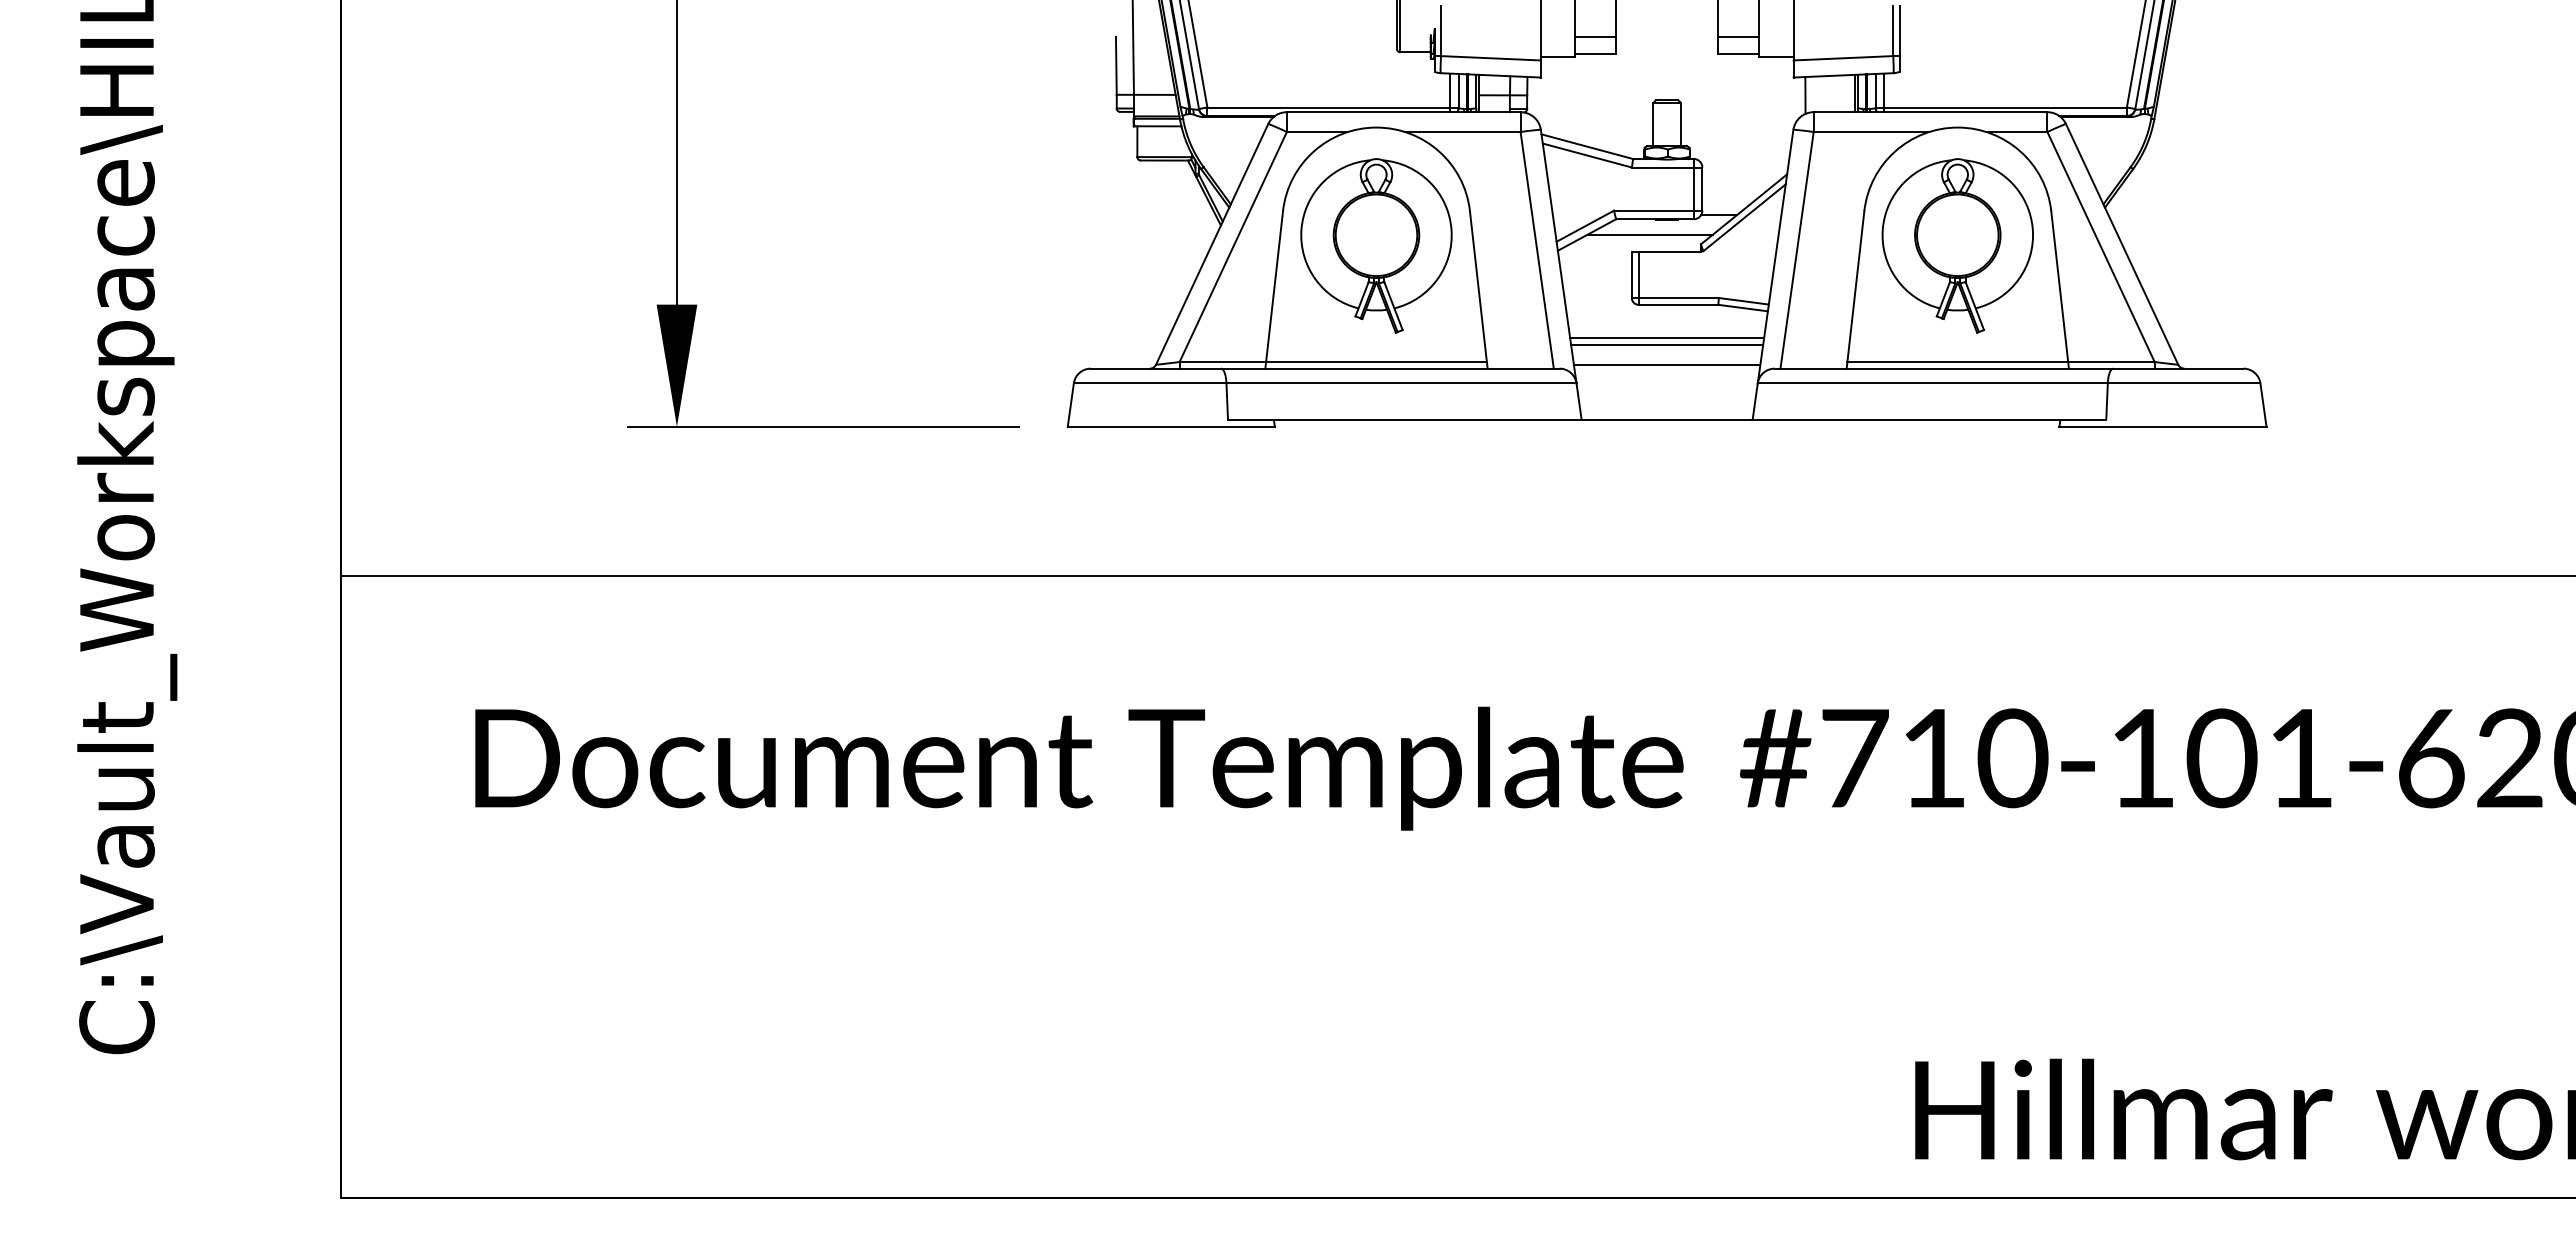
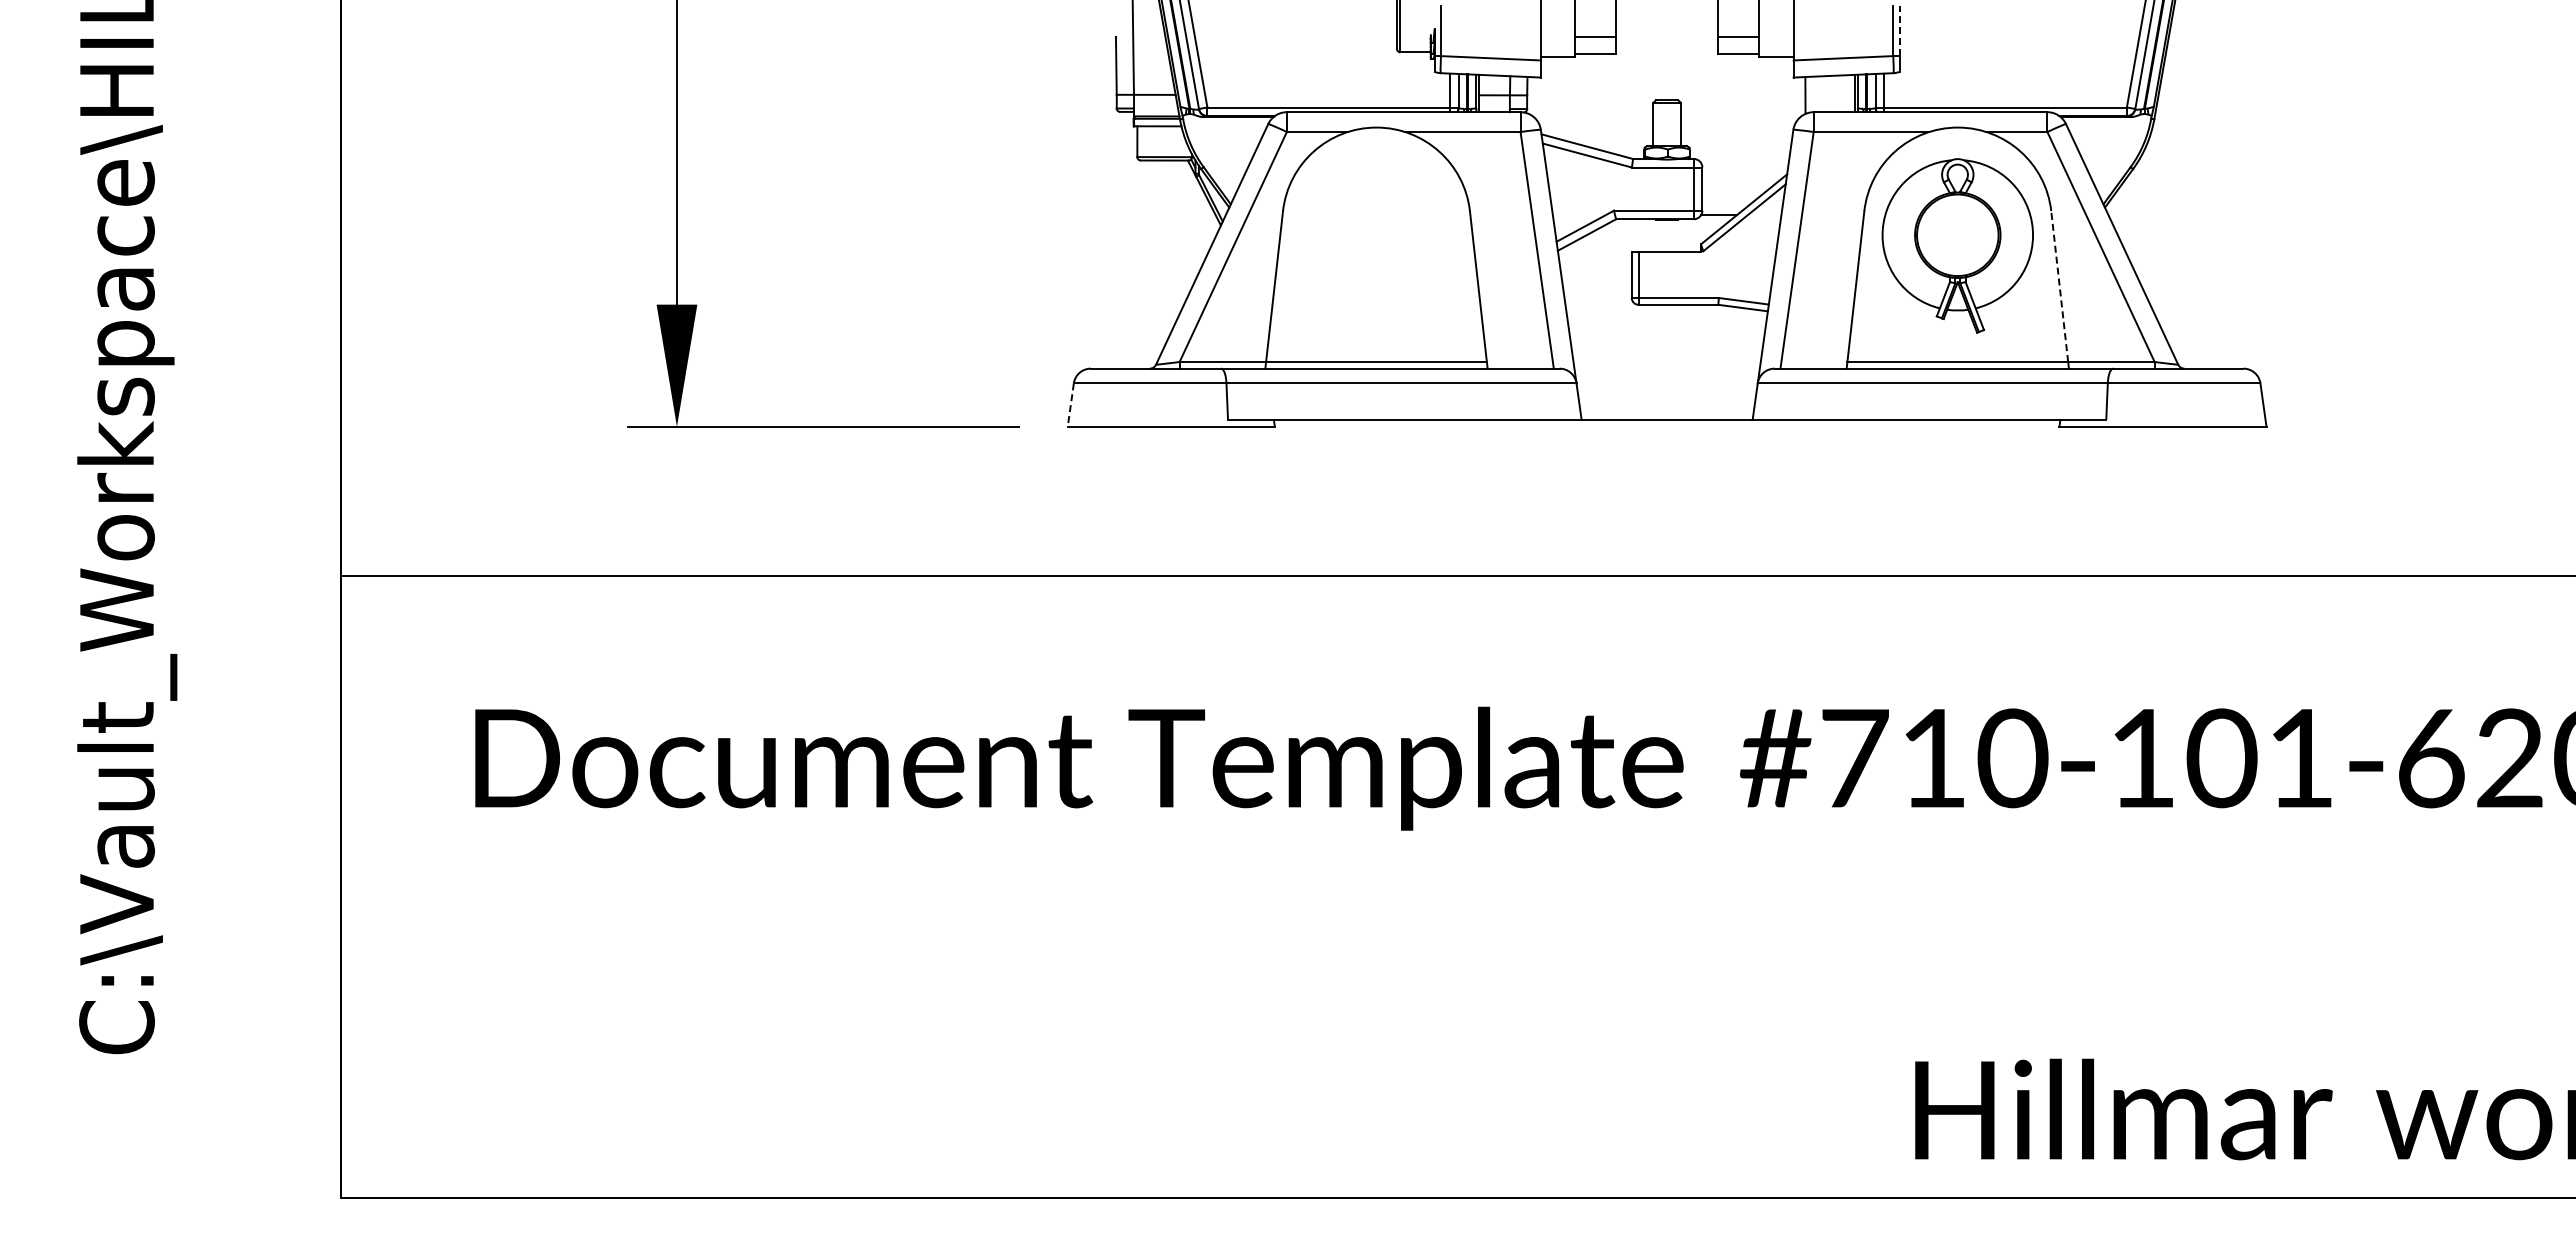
line at (1899, 30): solid -> dashed
line at (1650, 234): present -> none
part at (1376, 245): present -> none
line at (2059, 286): solid -> dashed
line at (1667, 338): present -> none
line at (1667, 344): present -> none
line at (1666, 365): present -> none
line at (1070, 405): solid -> dashed
